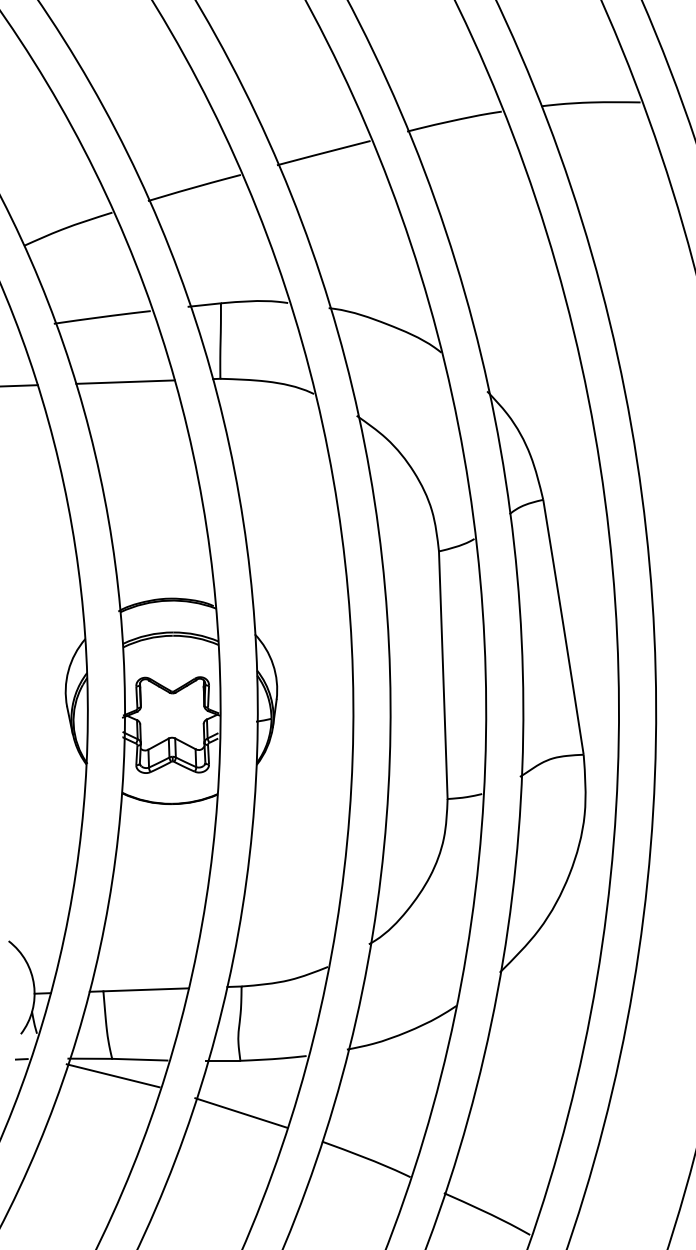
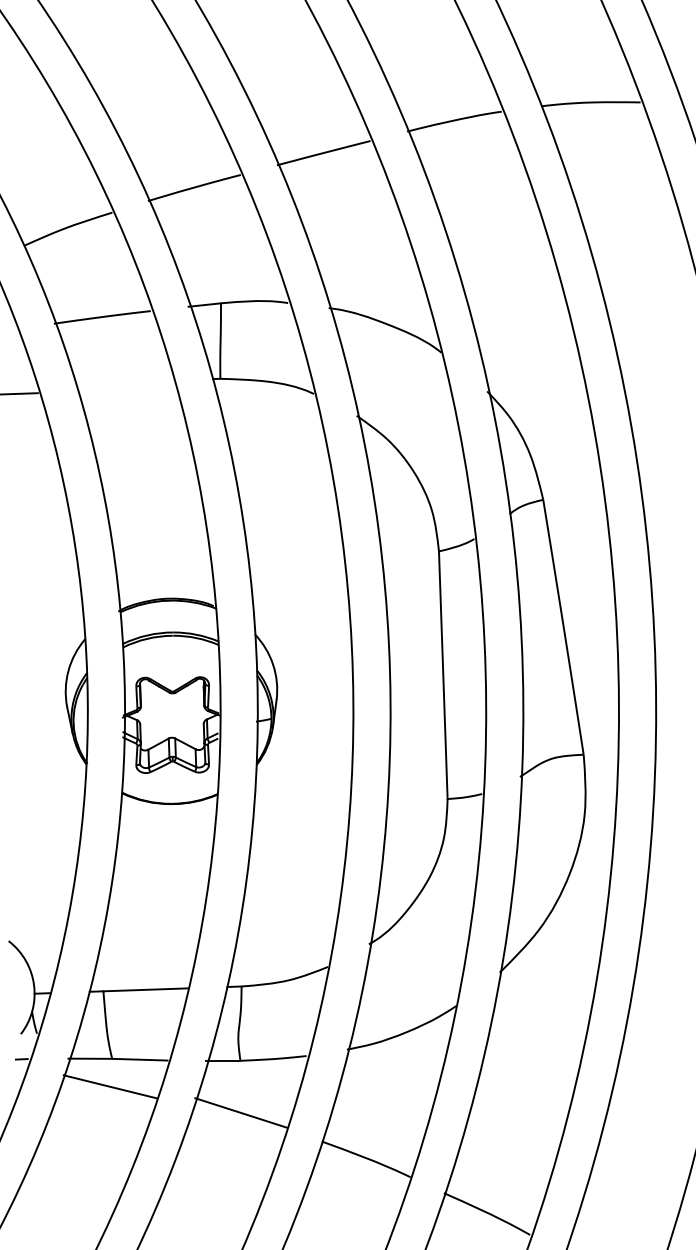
line at (125, 381): present -> none
line at (19, 385) position: (19, 385) -> (19, 393)
line at (112, 1075) position: (112, 1075) -> (109, 1086)
